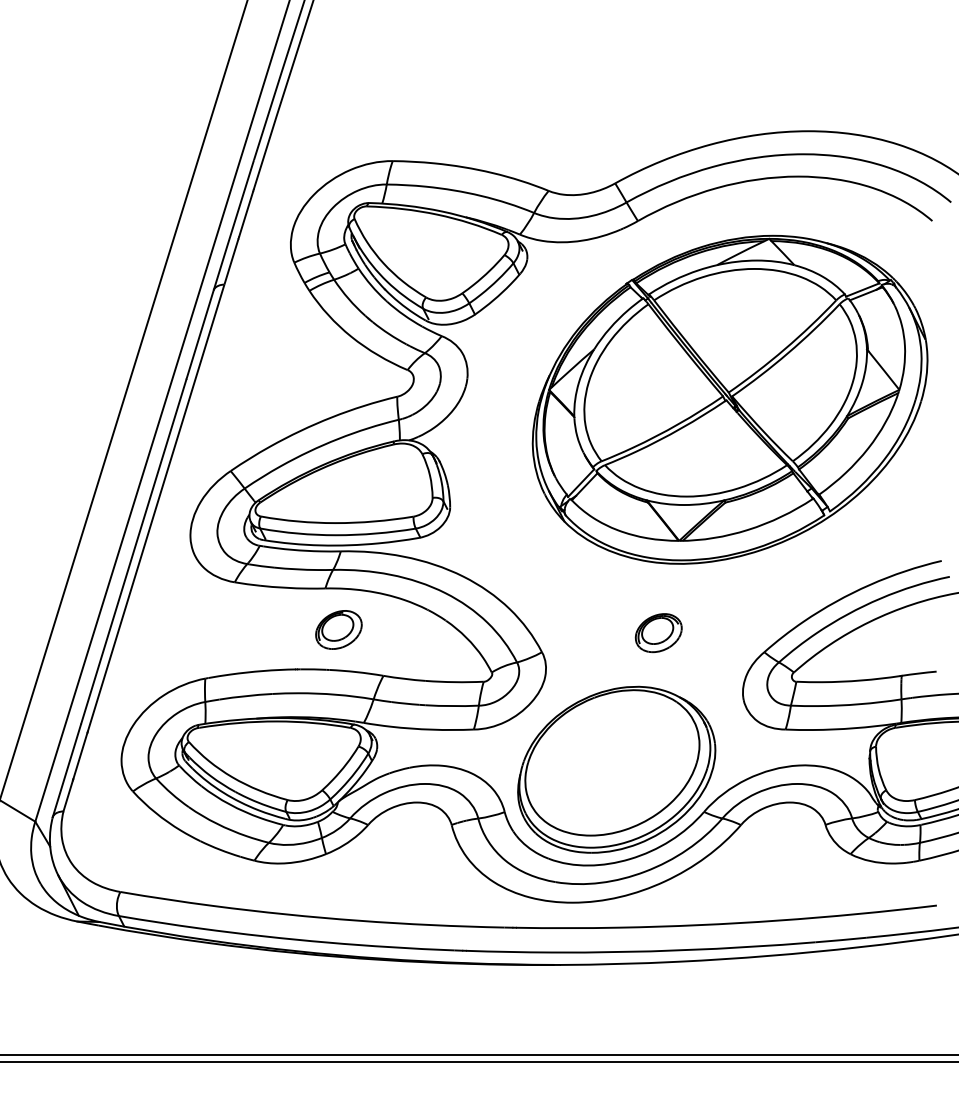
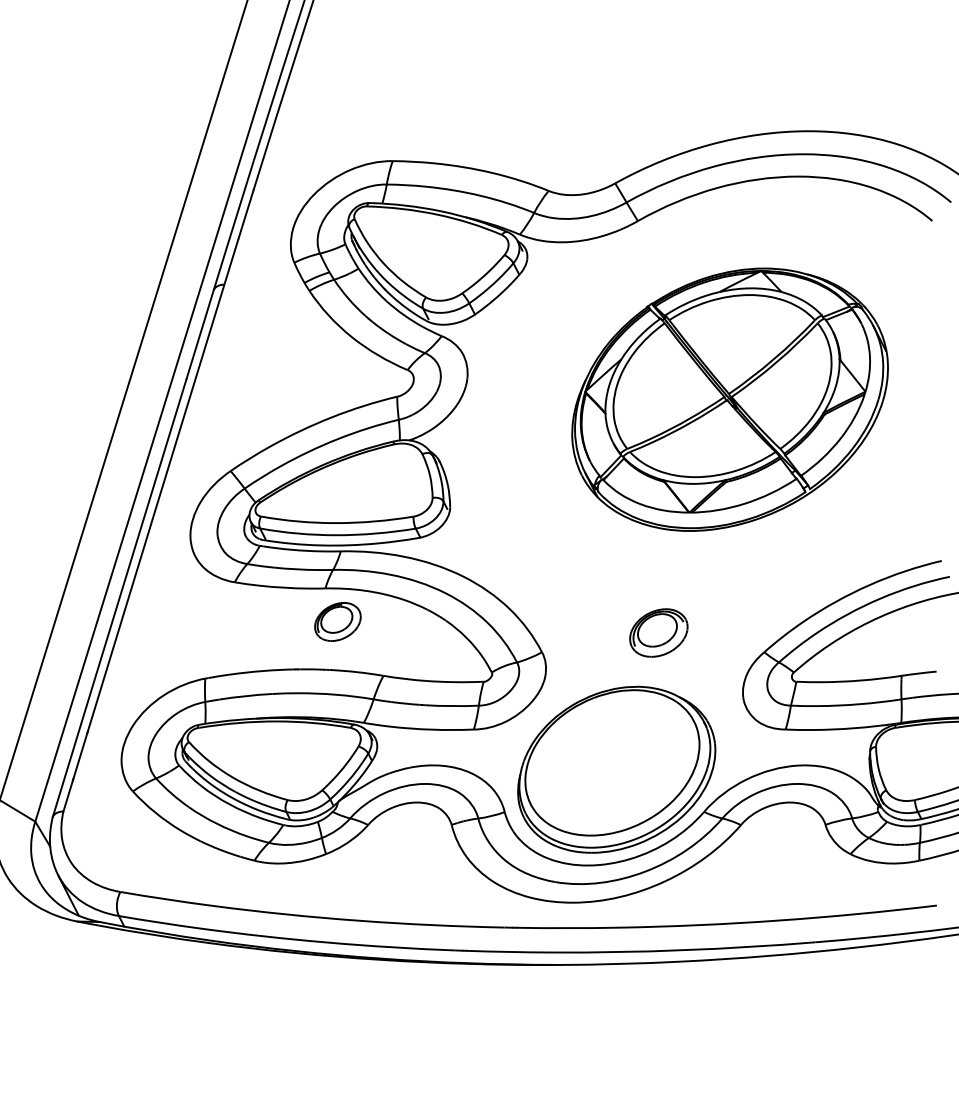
part at (729, 399) size: 398x331 px -> 318x265 px
part at (338, 629) position: (338, 629) -> (337, 621)
part at (658, 633) size: 49x41 px -> 60x50 px
line at (478, 1055): present -> none
line at (478, 1062): present -> none
